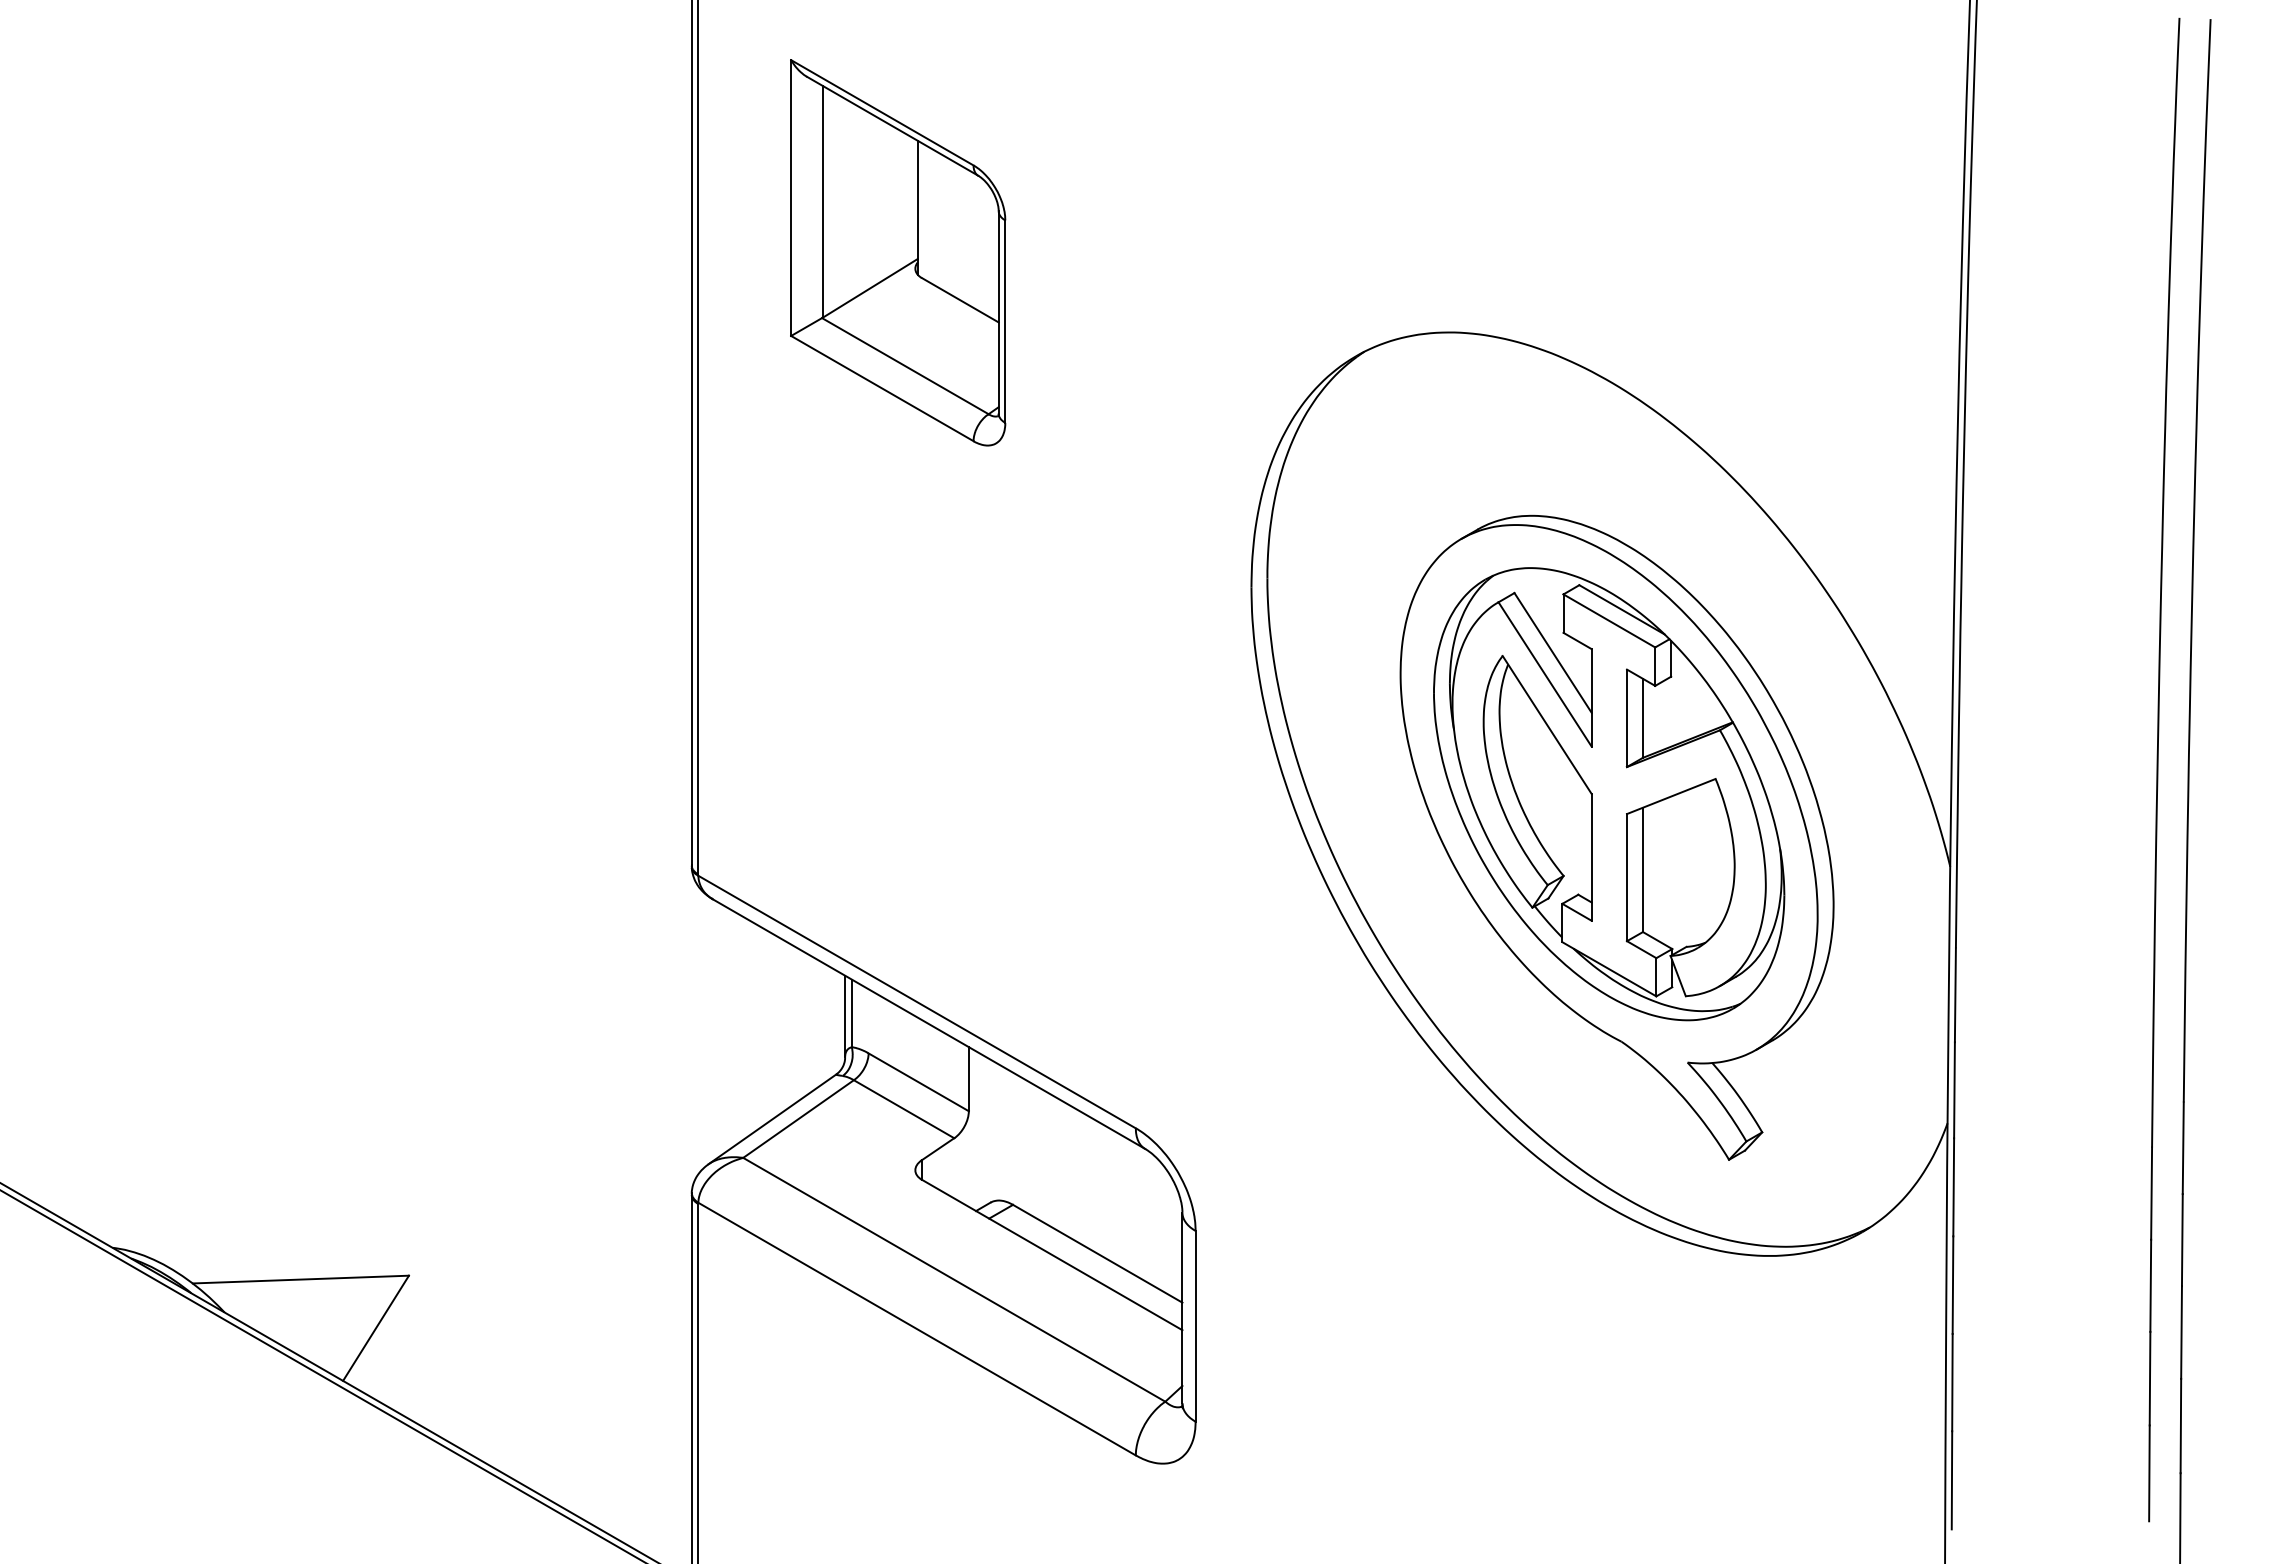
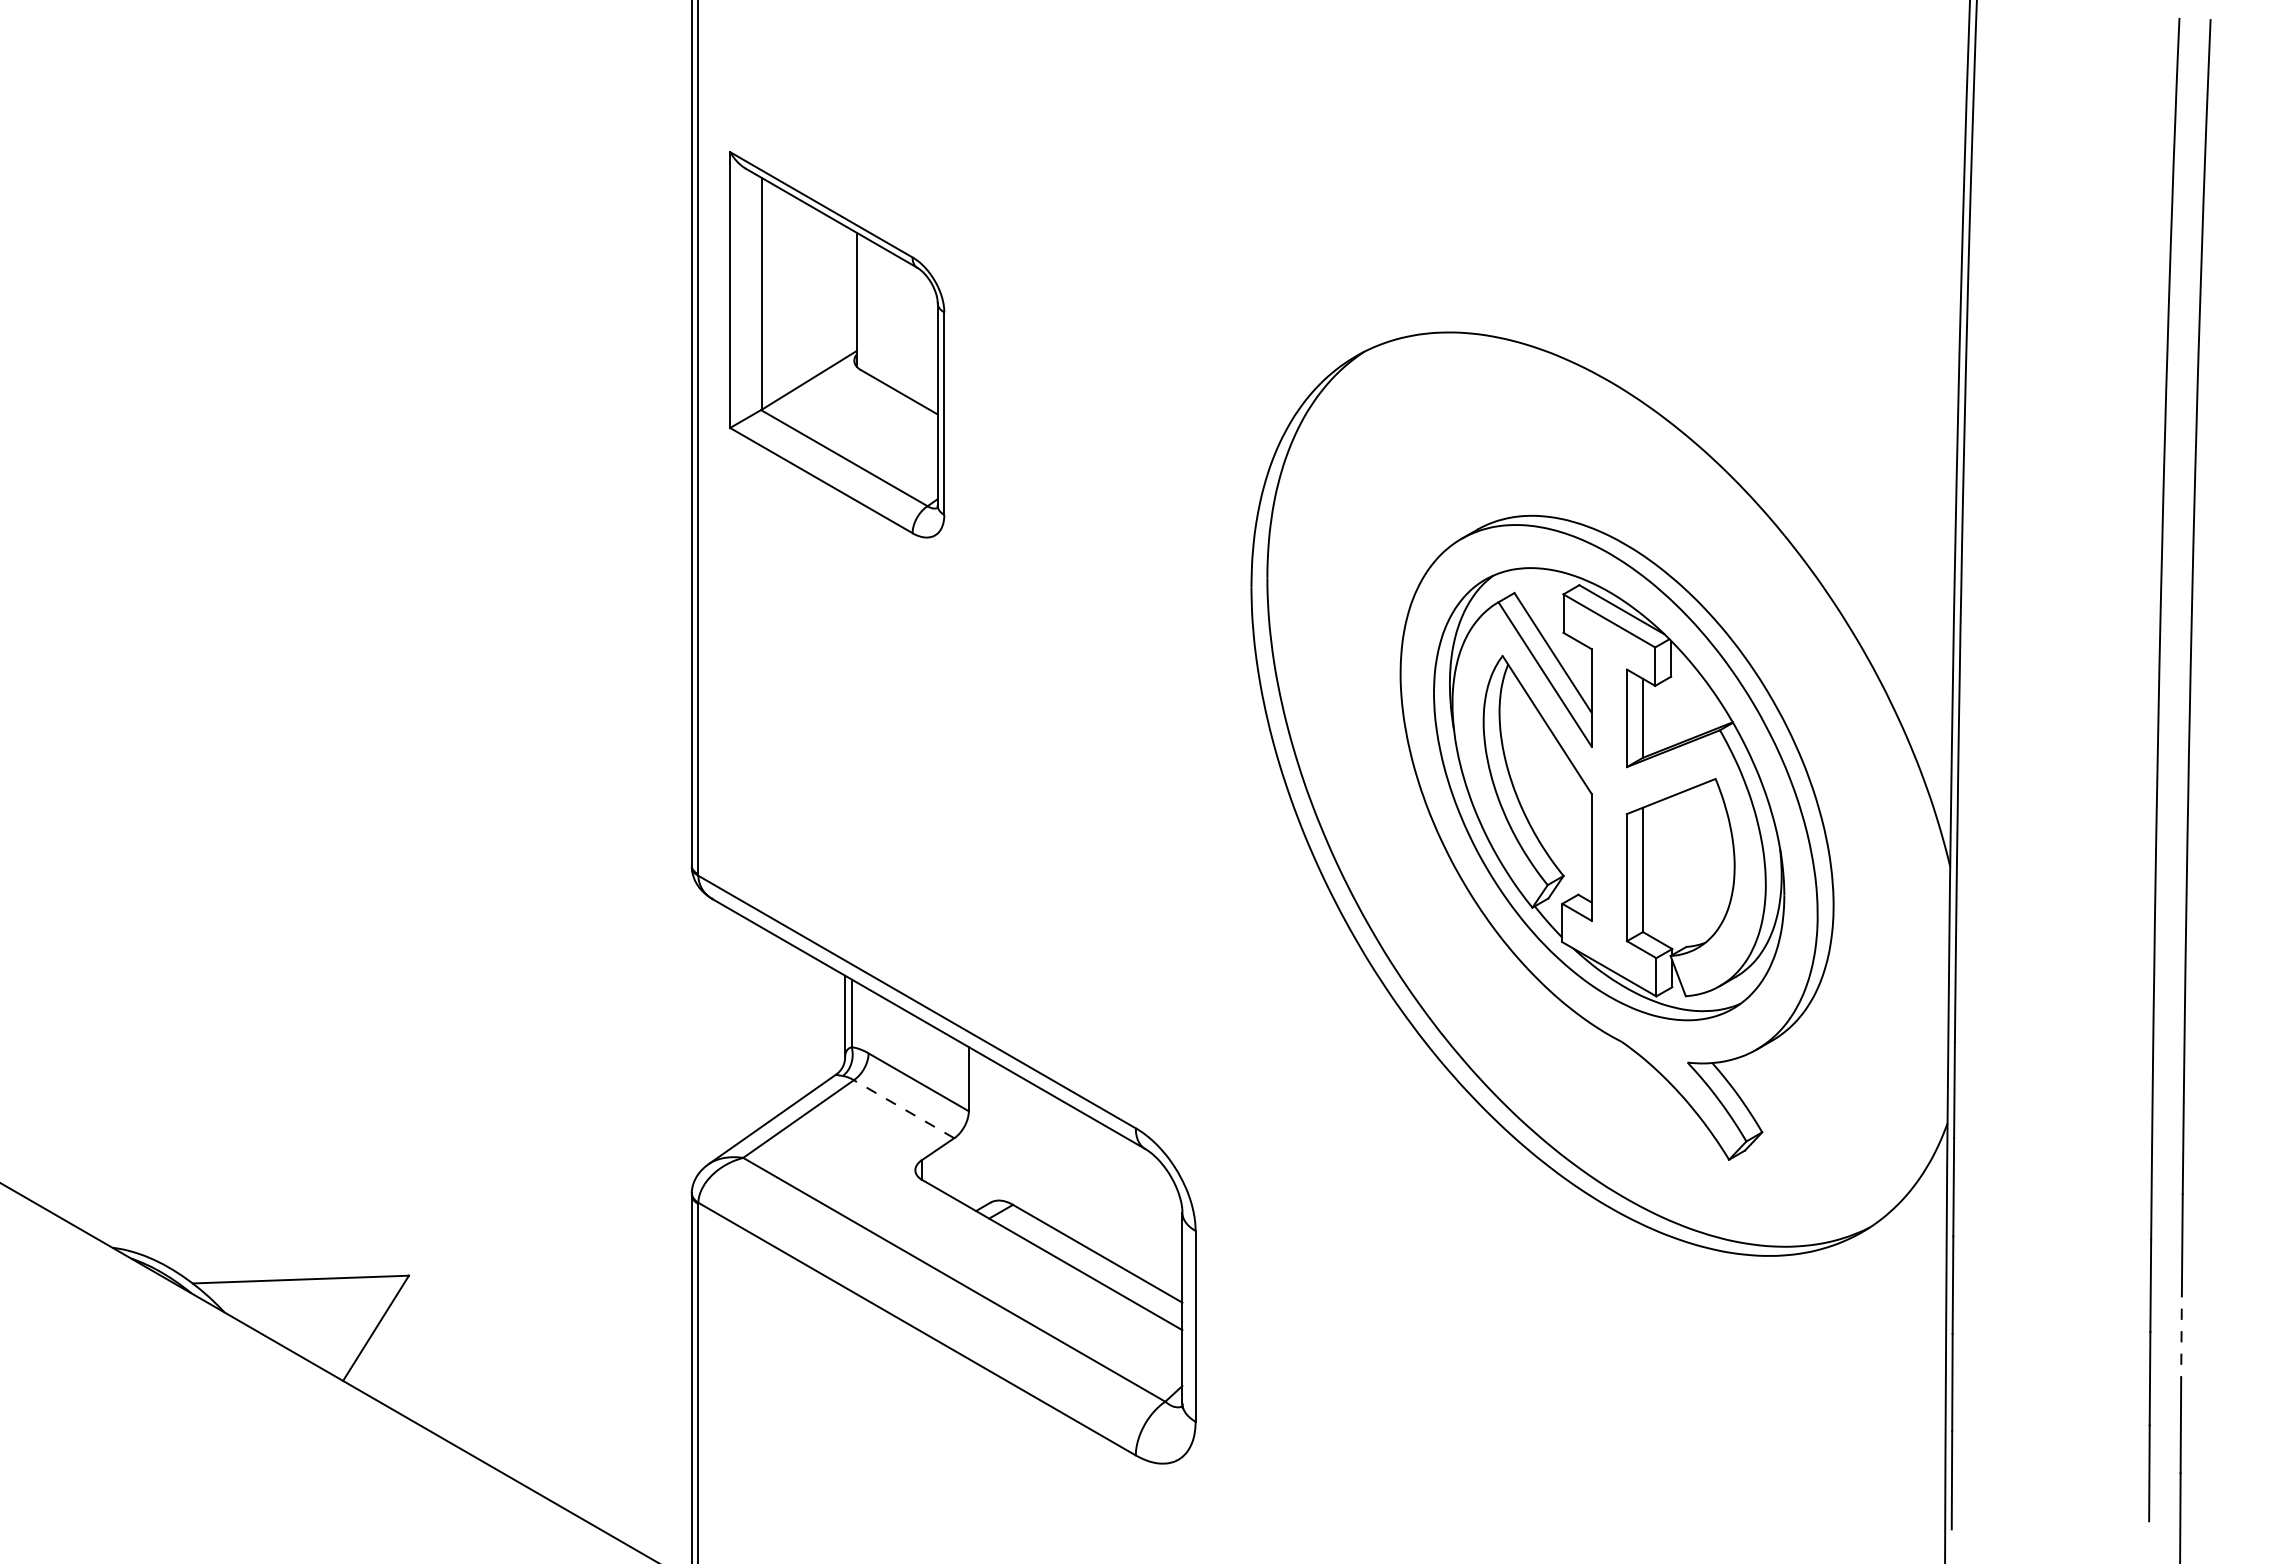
part at (898, 252) position: (898, 252) -> (837, 344)
line at (904, 1109): solid -> dashed
line at (2181, 1333): solid -> dashed
line at (321, 1375): present -> none
